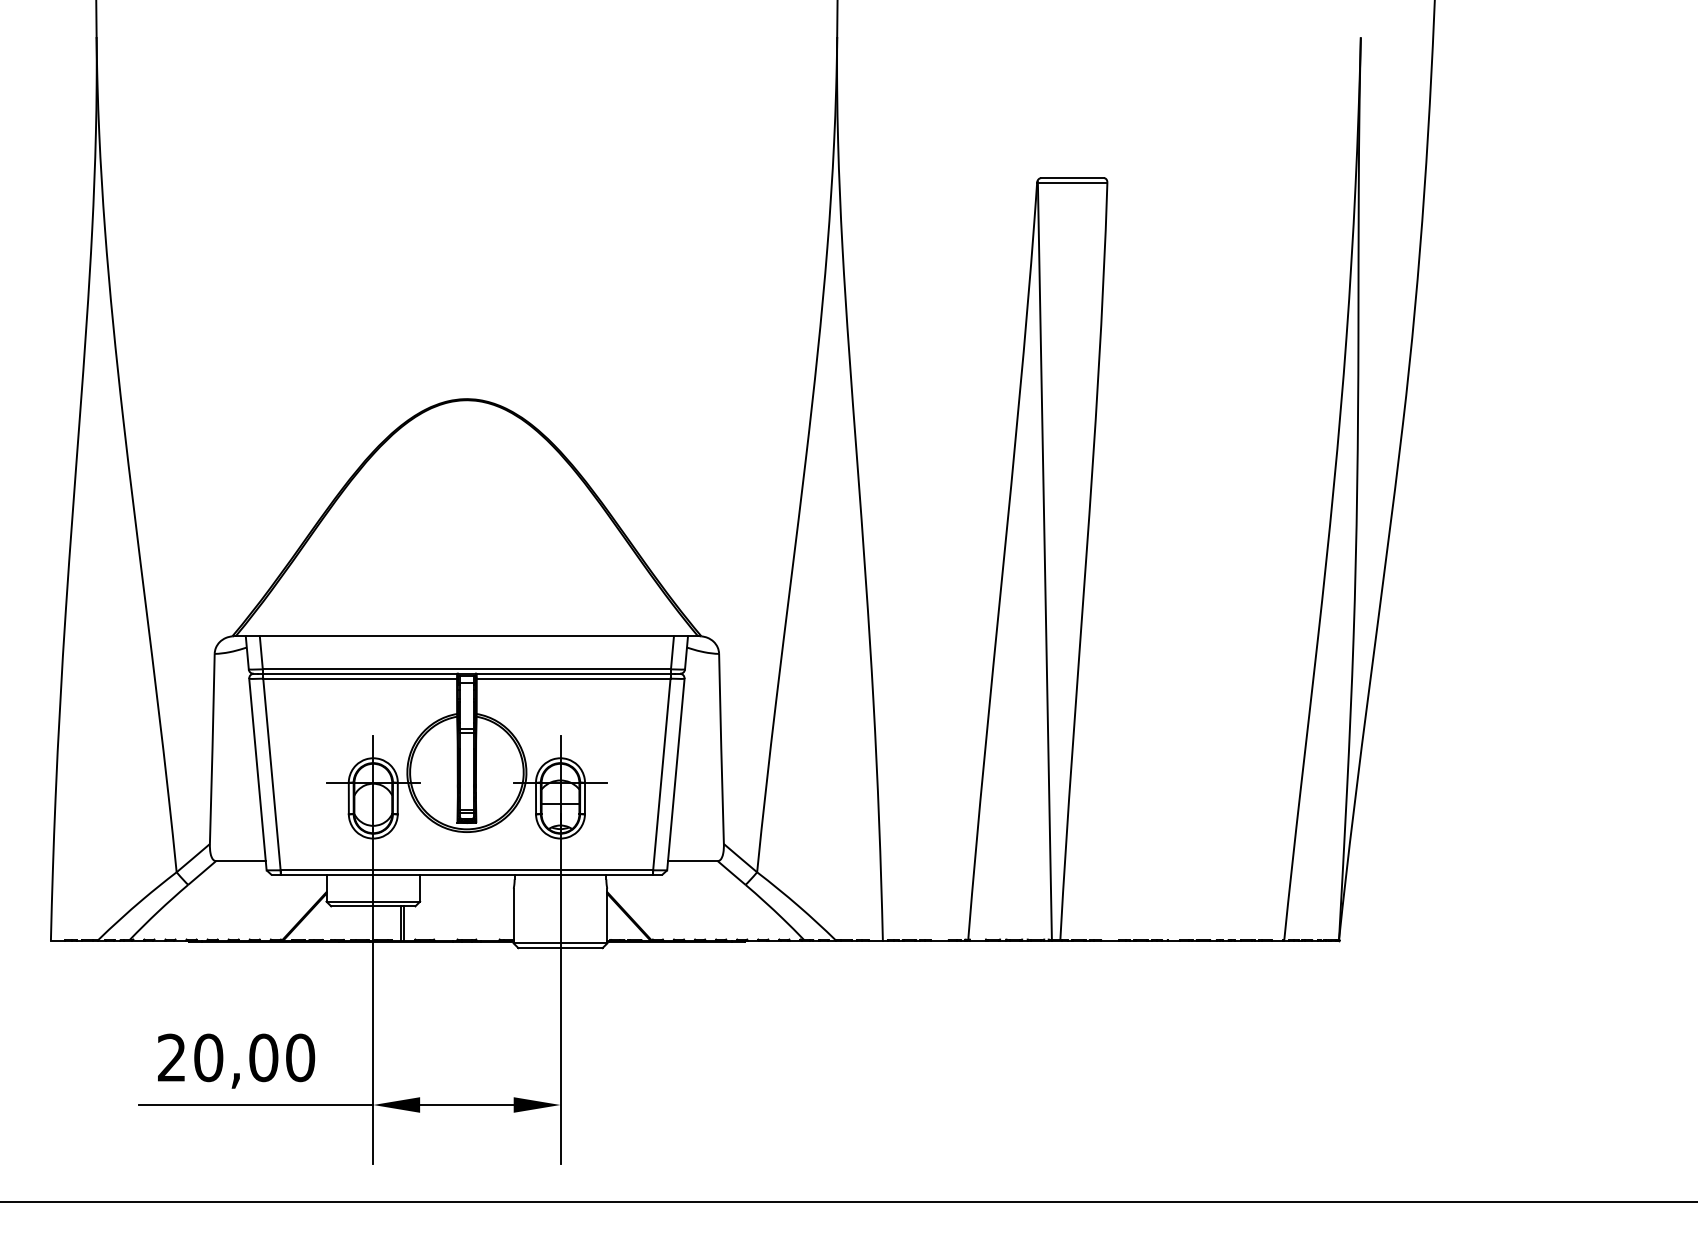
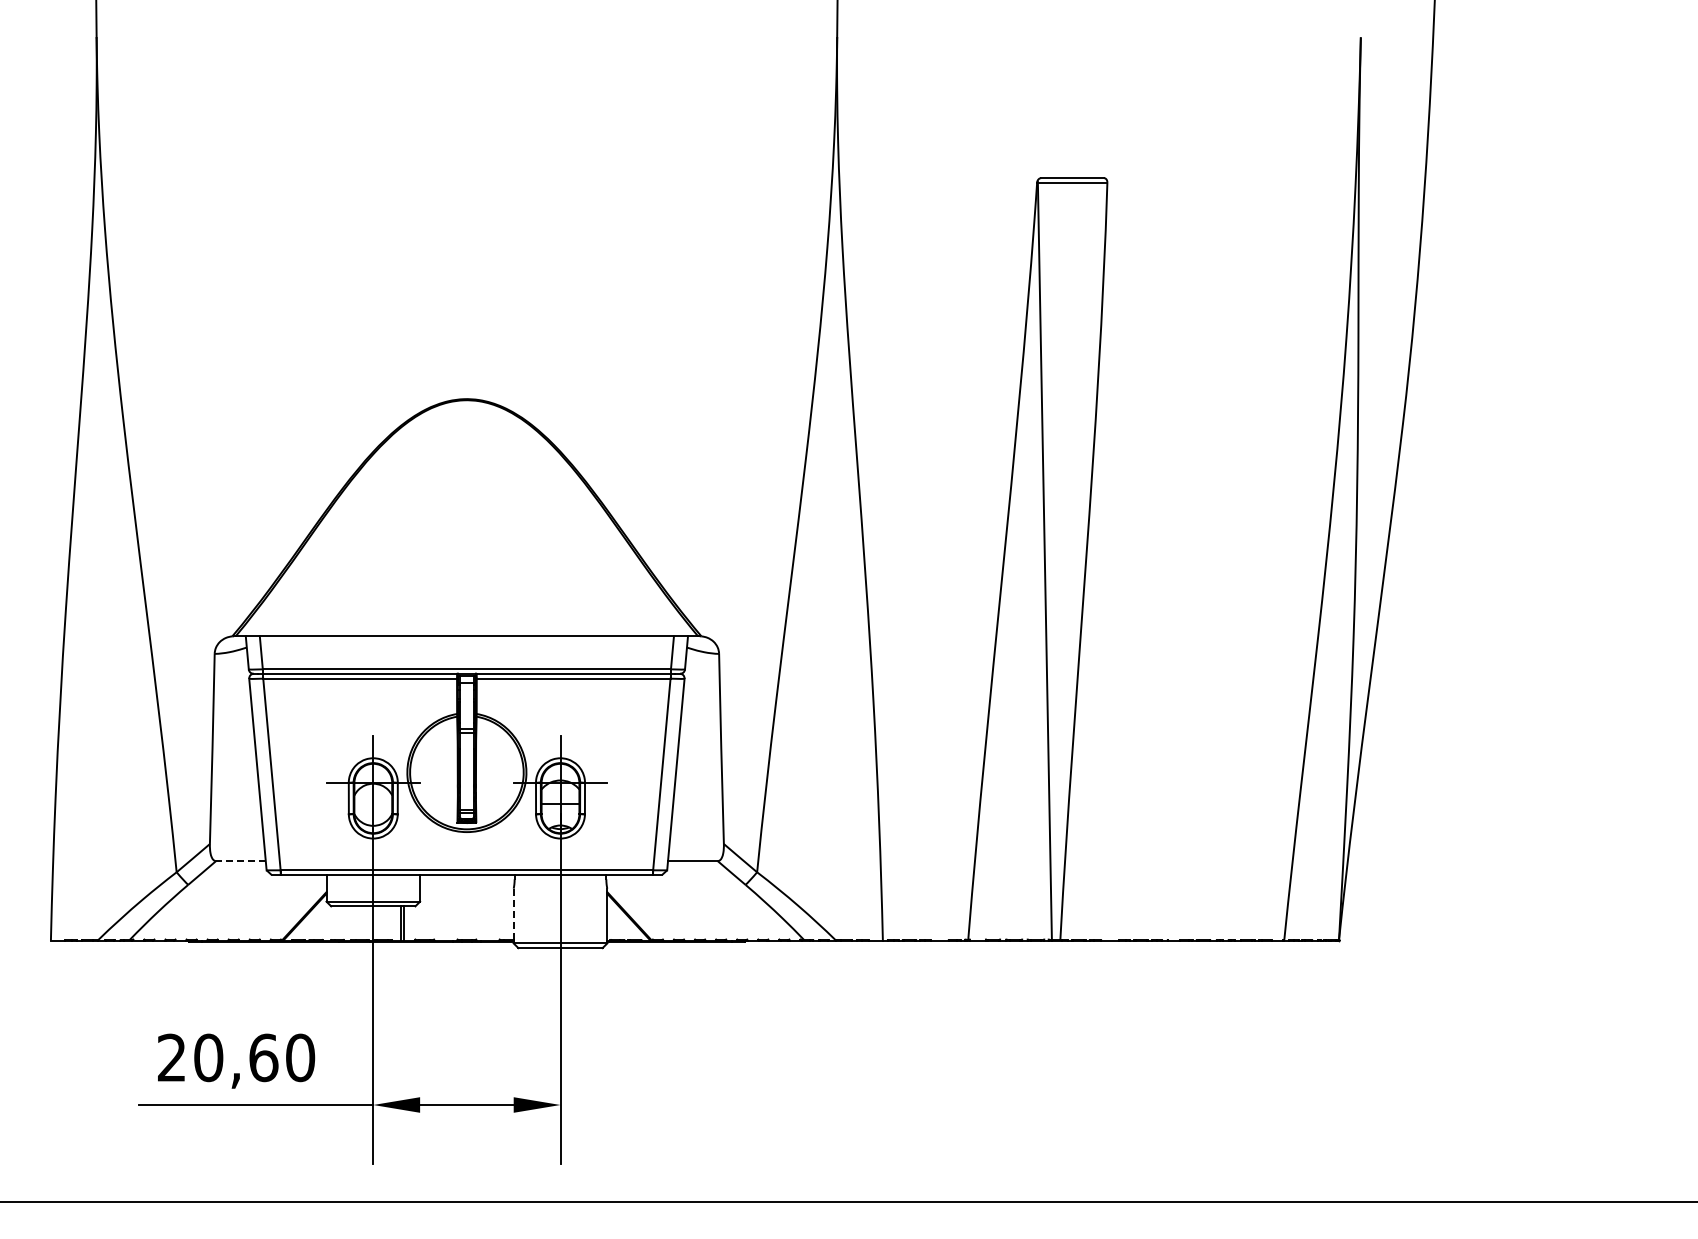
line at (240, 861): solid -> dashed
line at (513, 916): solid -> dashed
text at (263, 1057): 20,00 -> 20,60
